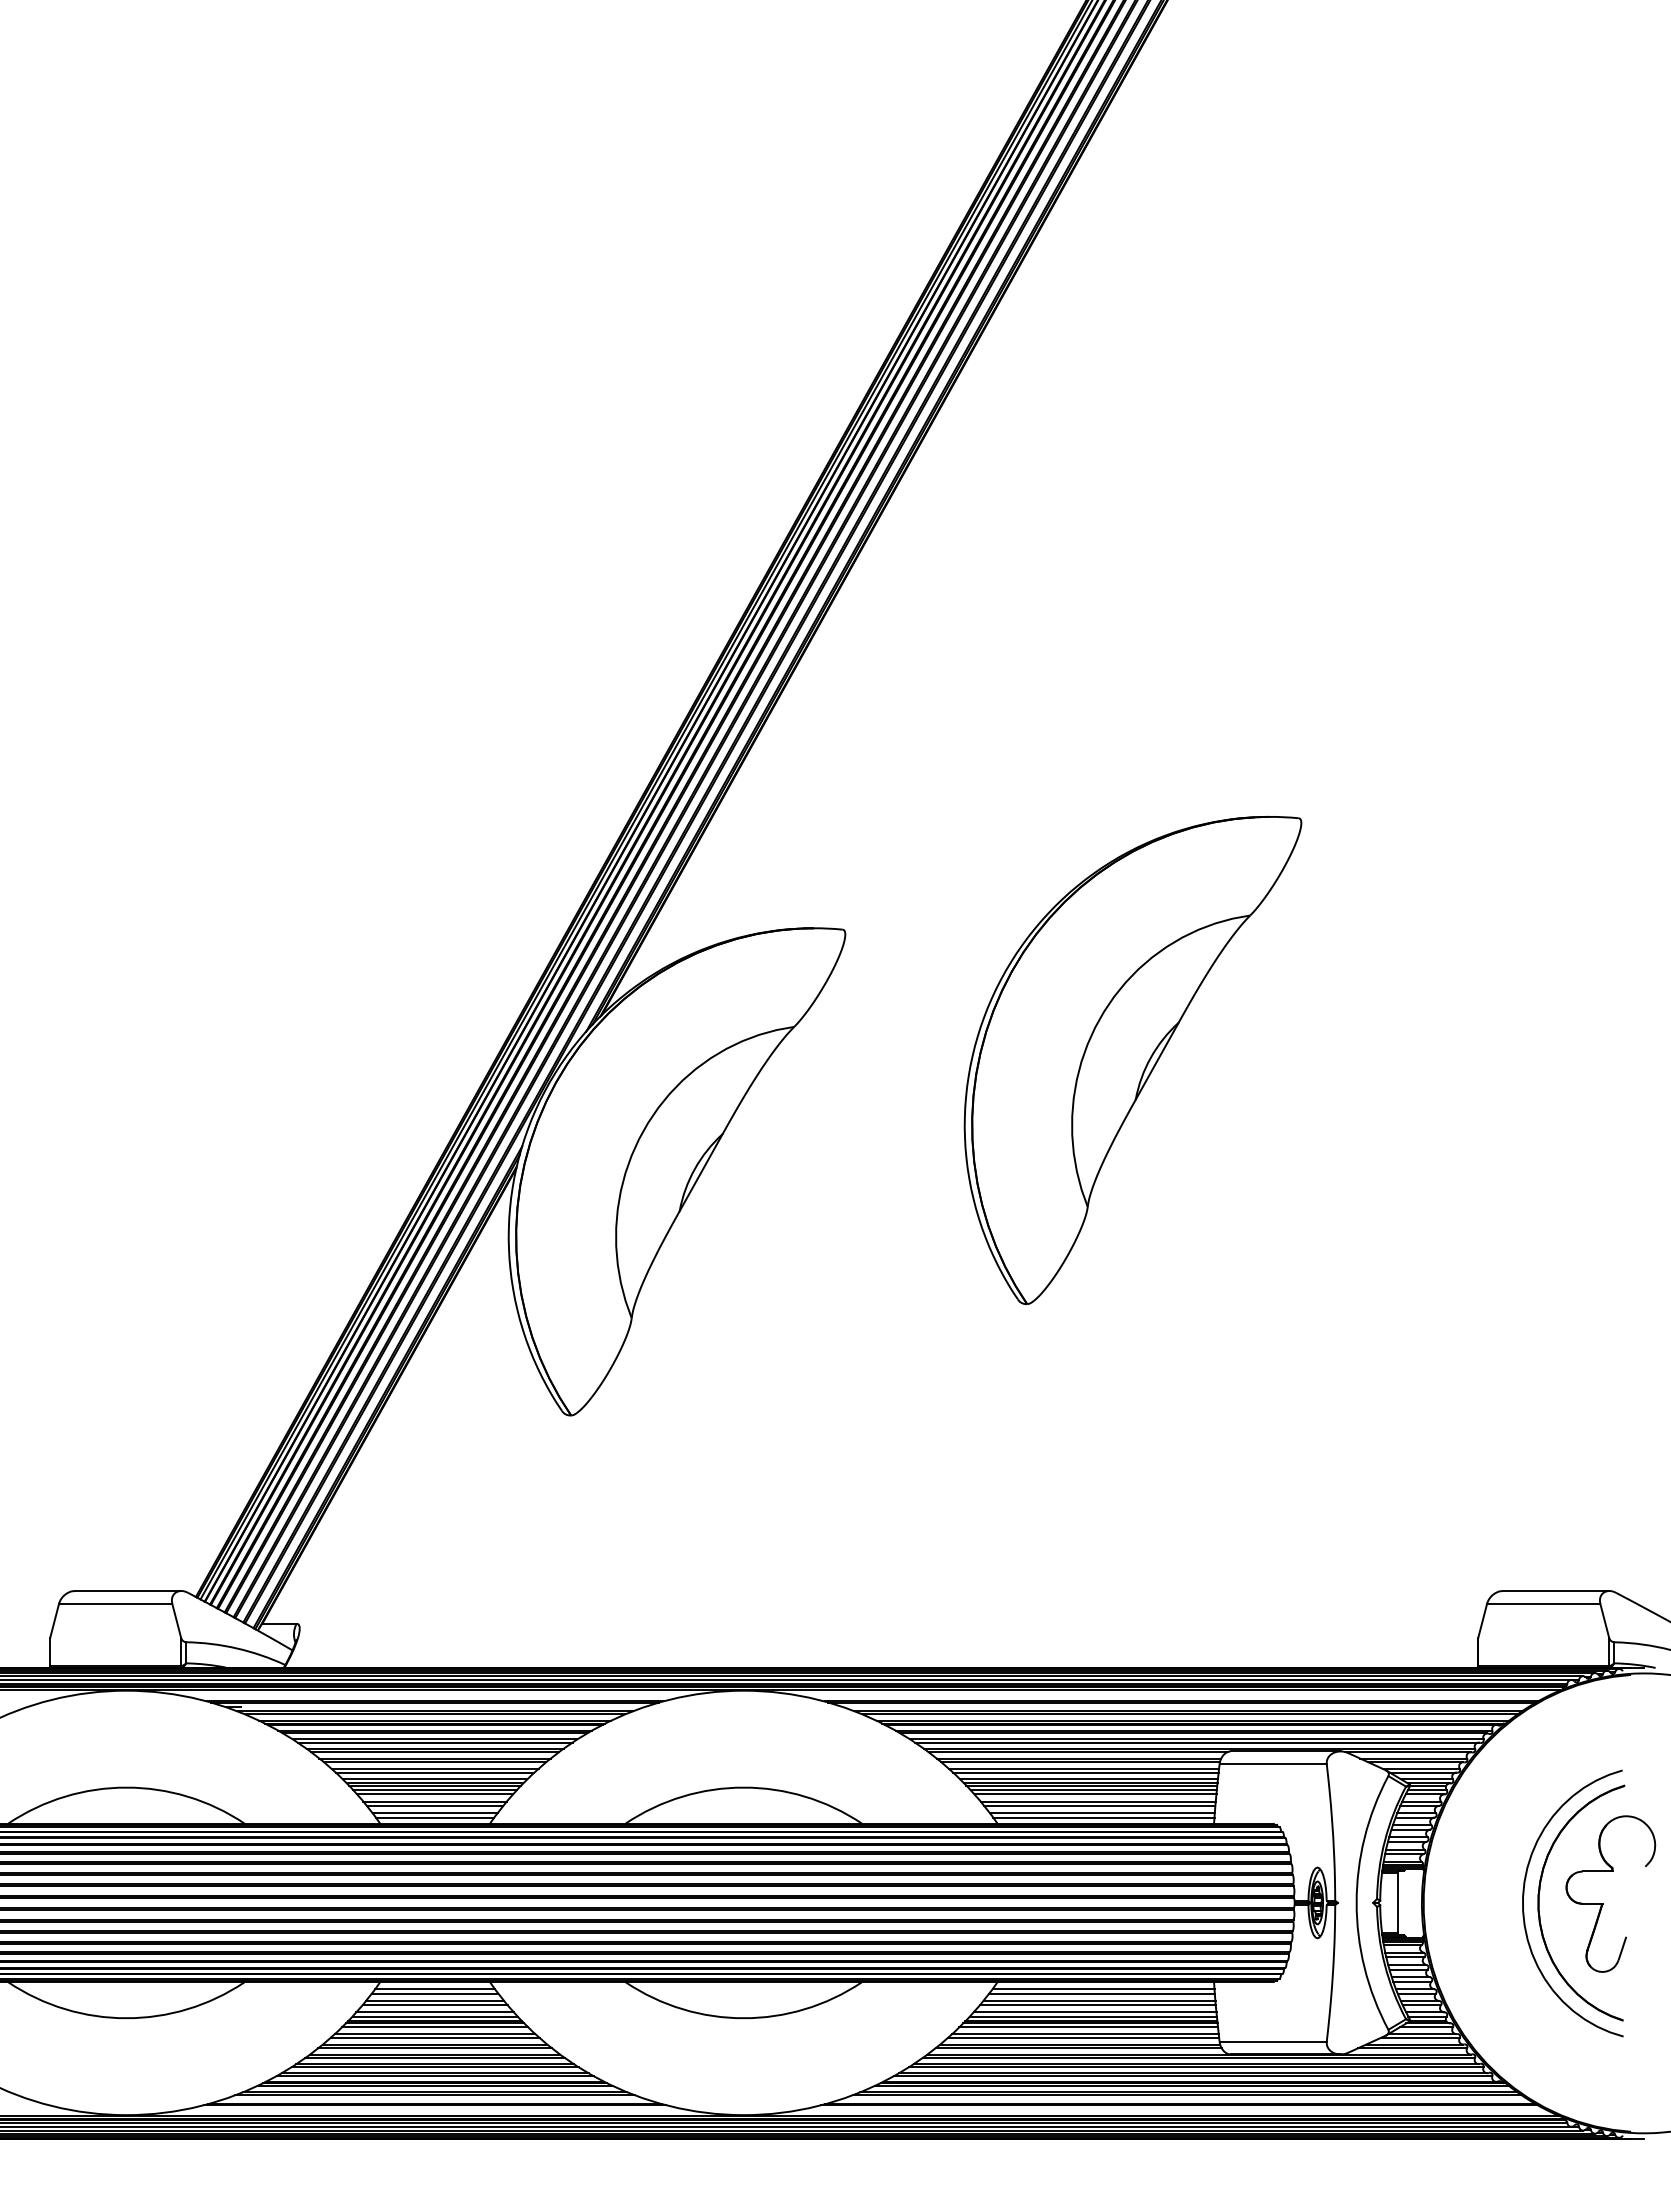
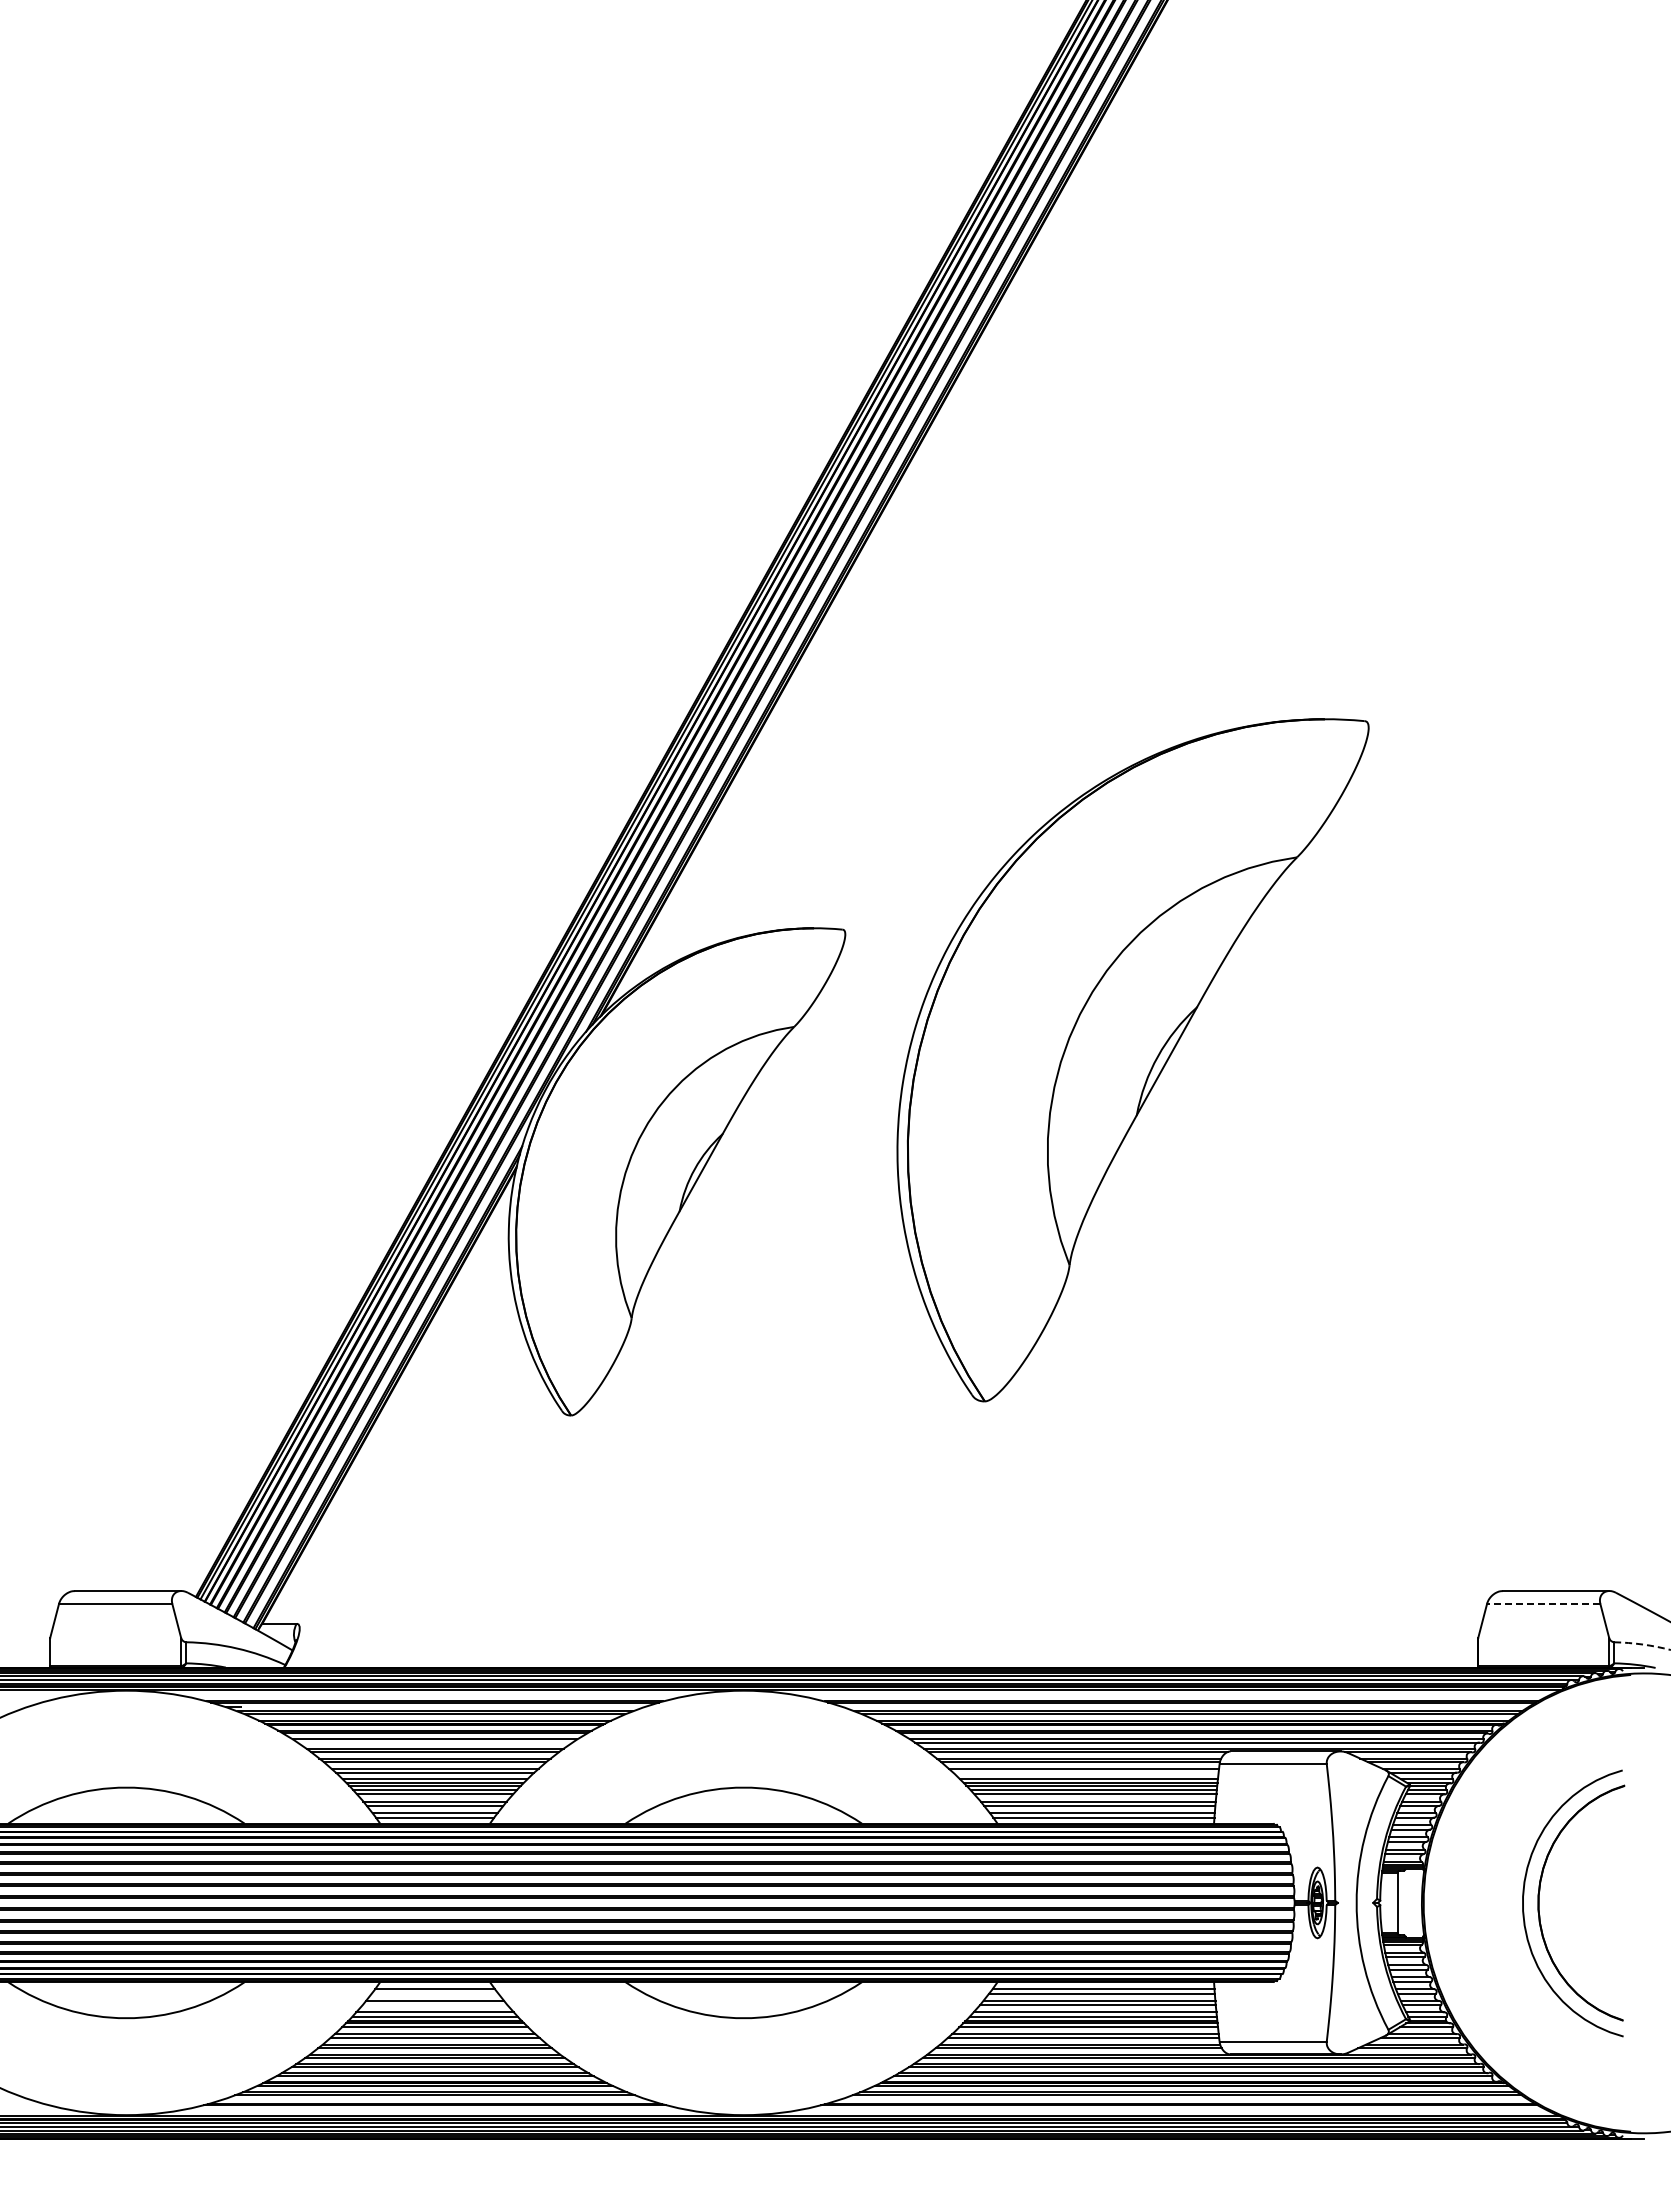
part at (1132, 1060) size: 340x490 px -> 474x685 px
line at (1543, 1603): solid -> dashed
arc at (1642, 1644): solid -> dashed
line at (434, 1742): present -> none
line at (1085, 1772): present -> none
part at (1603, 1903): present -> none
line at (434, 1993): present -> none
line at (434, 2005): present -> none
